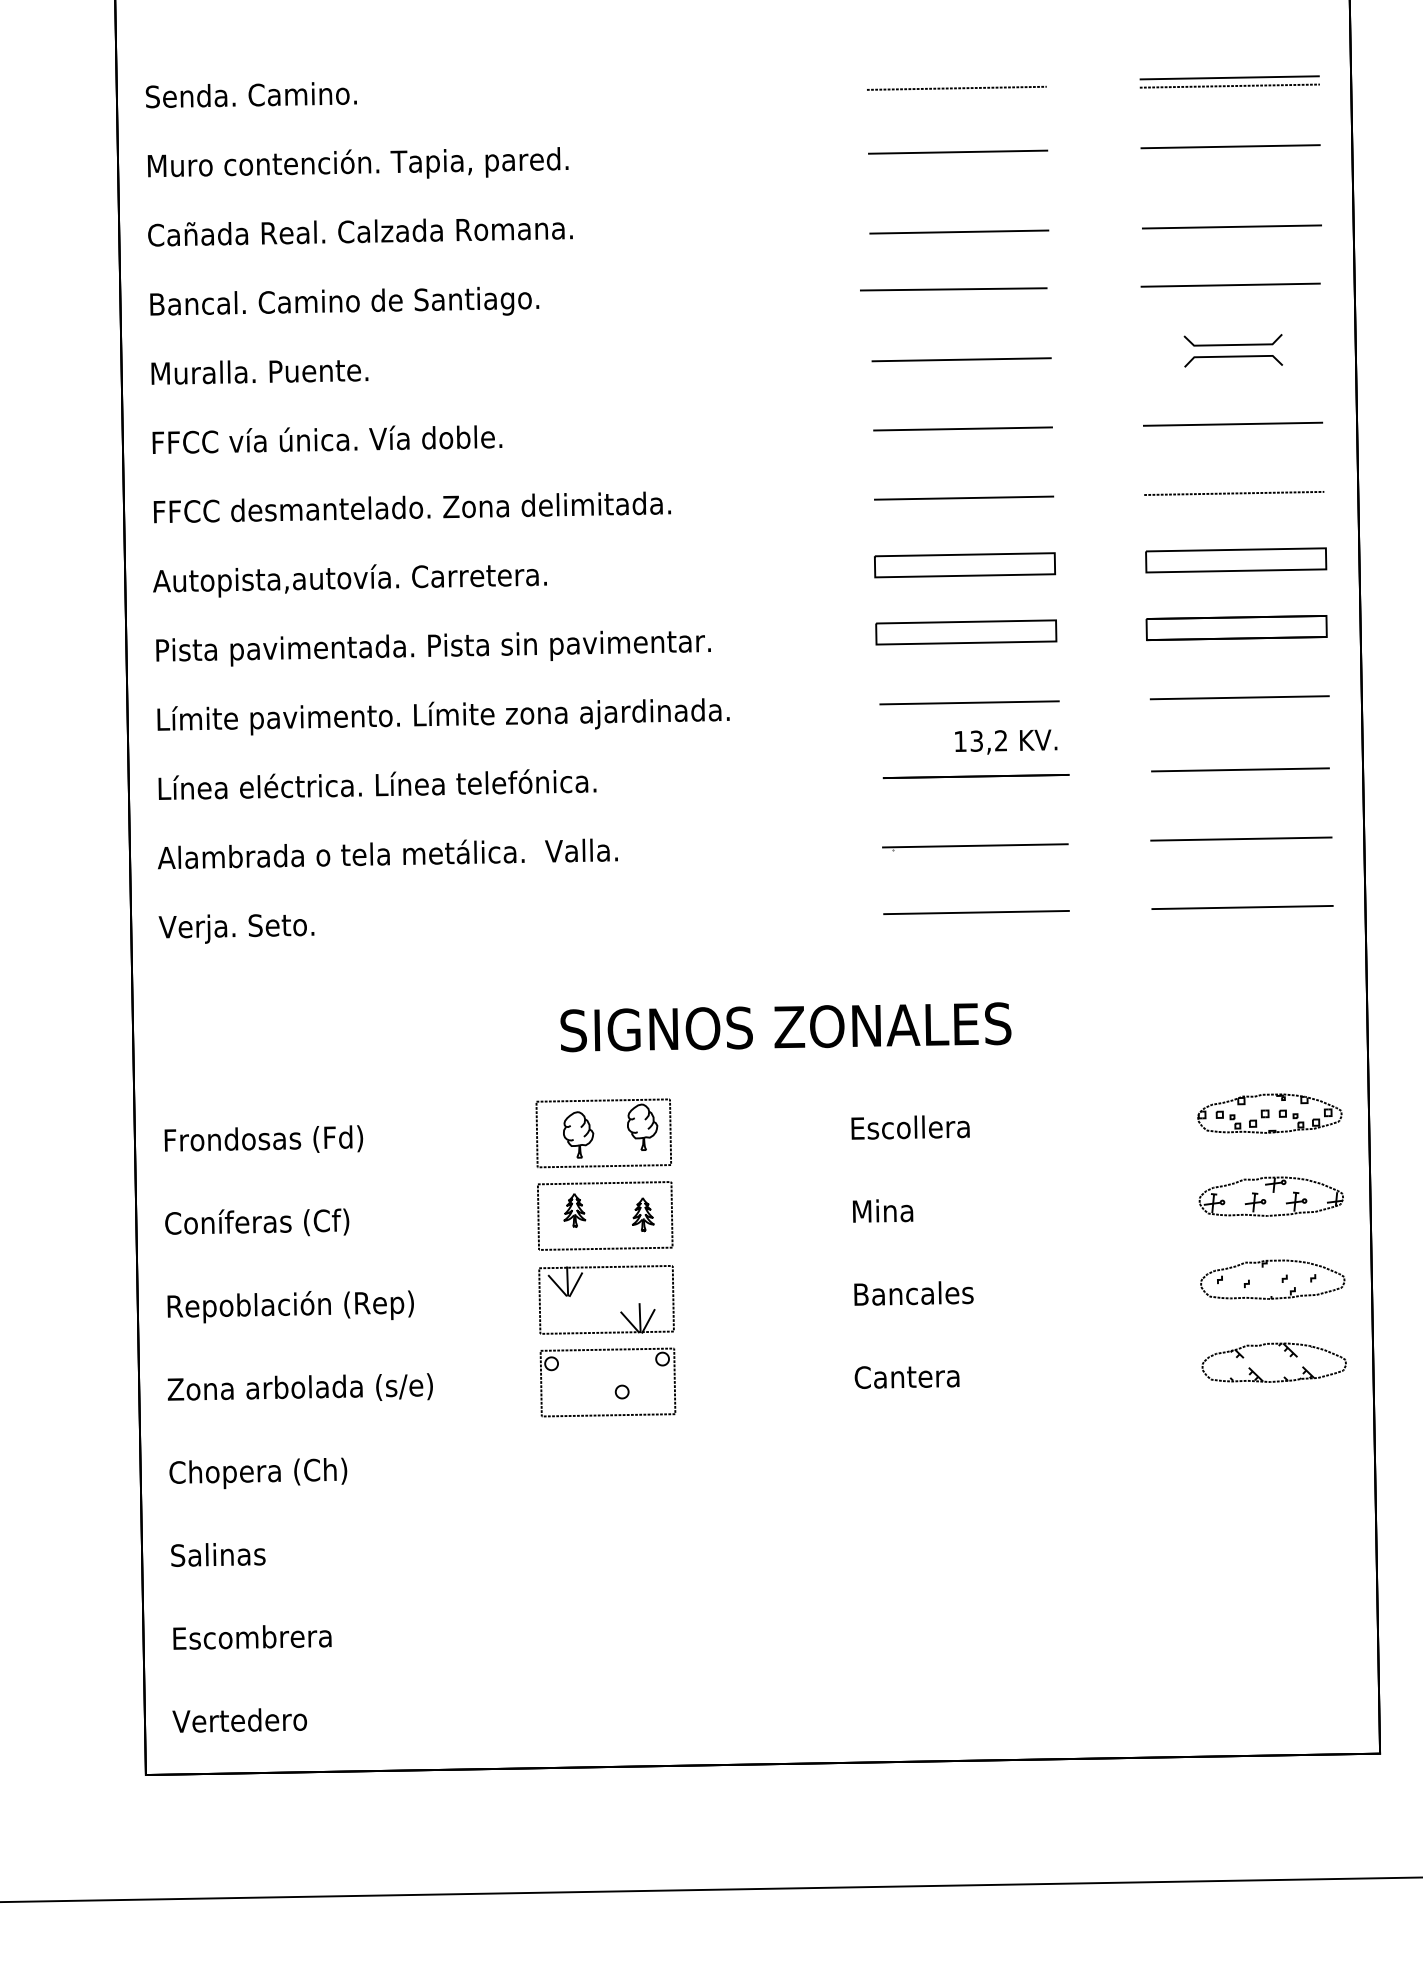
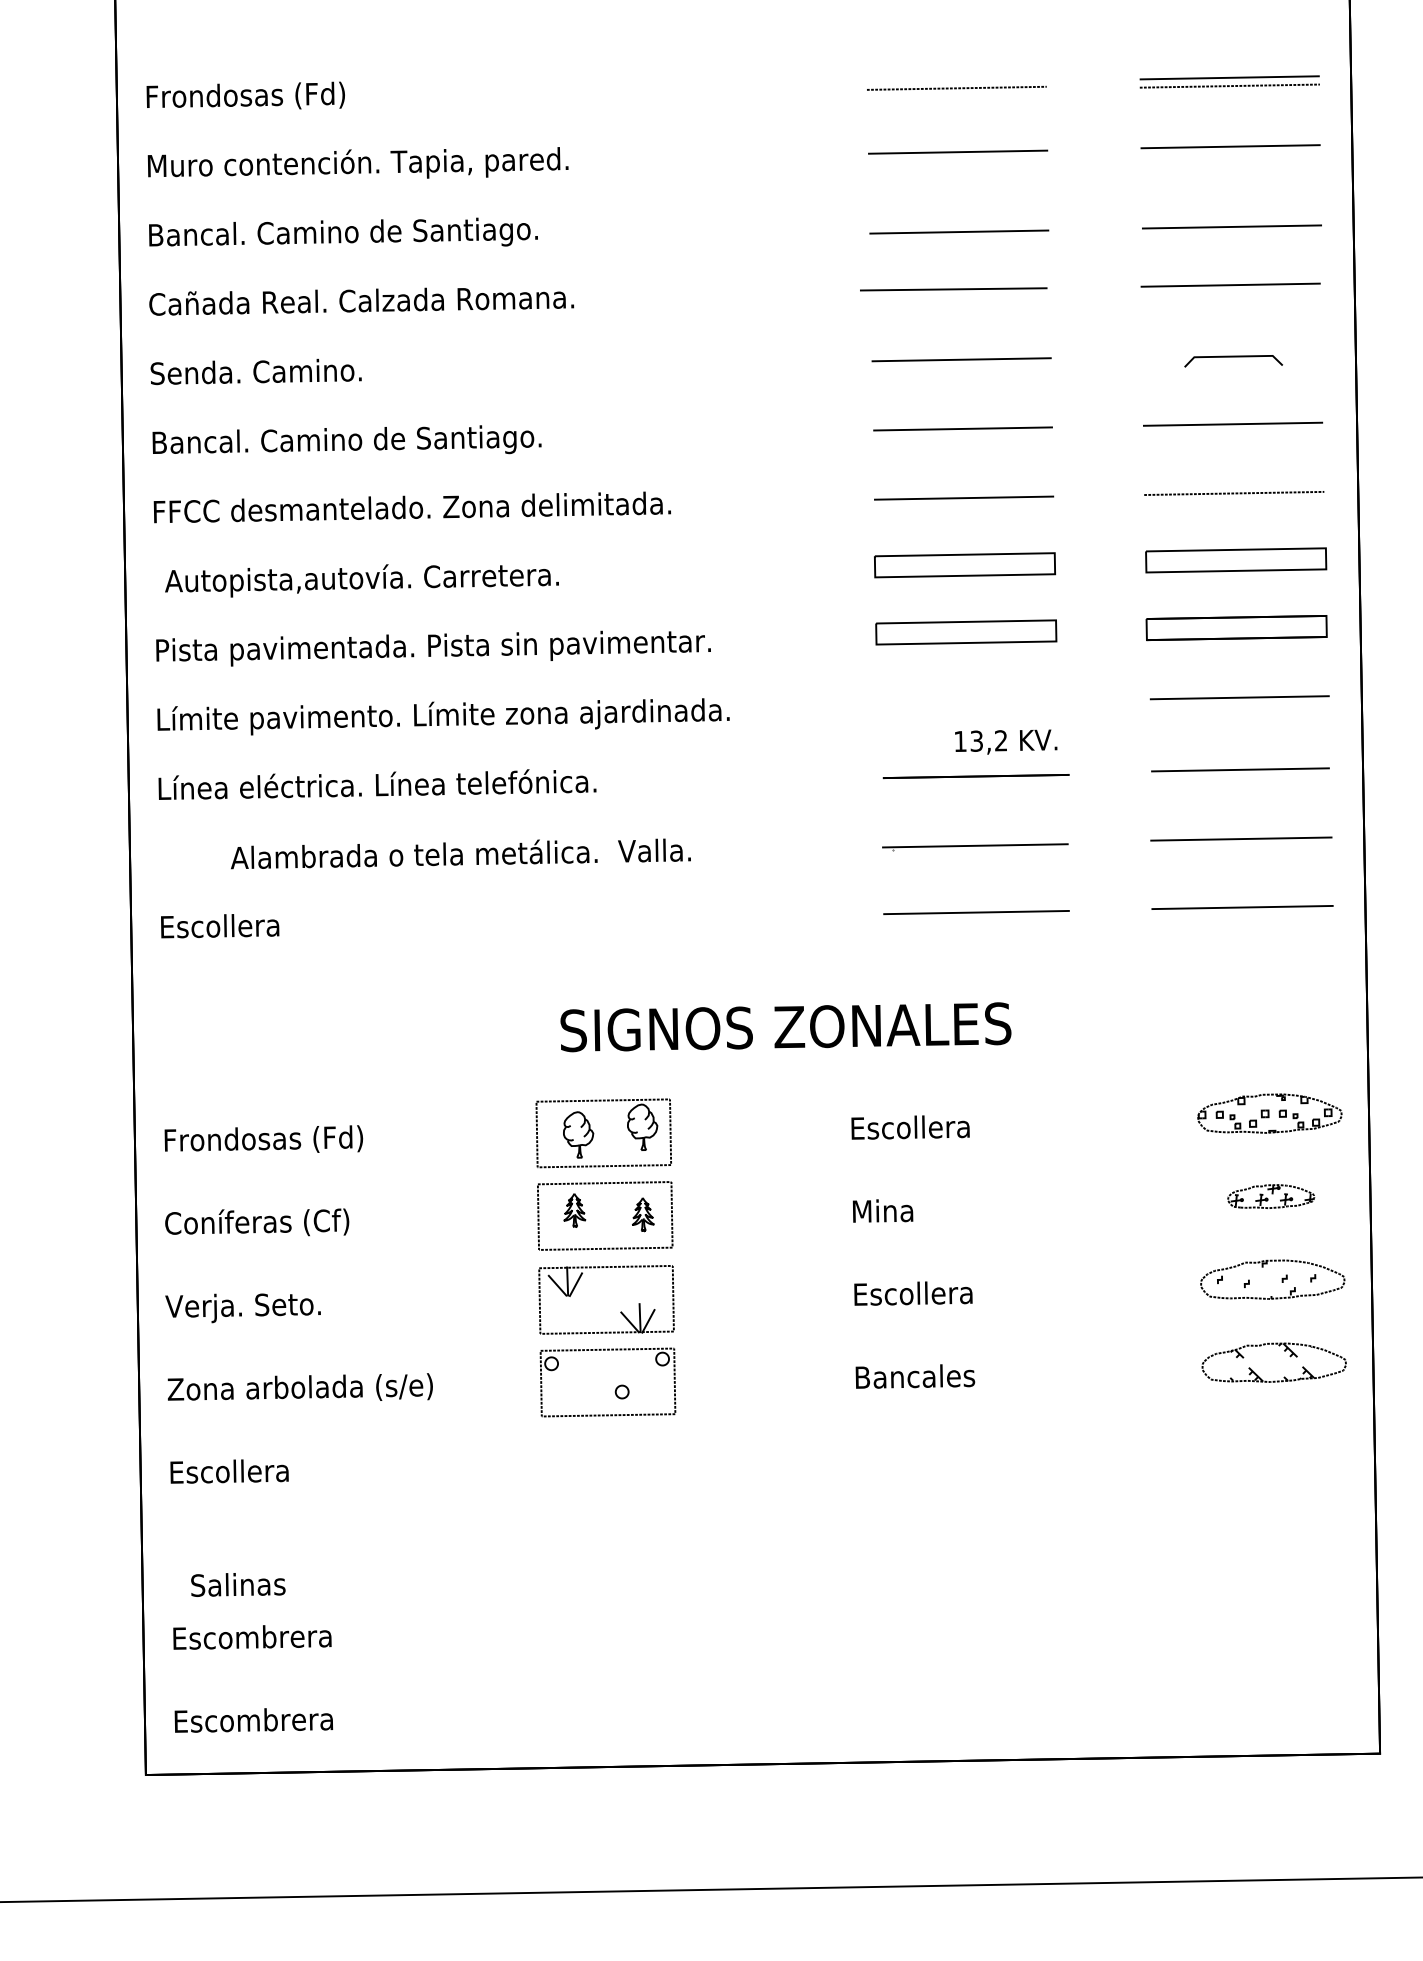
text at (250, 95): Senda. Camino. -> Frondosas (Fd)
text at (360, 231): Cañada Real. Calzada Romana. -> Bancal. Camino de Santiago.
text at (361, 300): Bancal. Camino de Santiago. -> Cañada Real. Calzada Romana.
line at (1232, 344): present -> none
text at (259, 371): Muralla. Puente. -> Senda. Camino.
text at (348, 439): FFCC vía única. Vía doble. -> Bancal. Camino de Santiago.
text at (349, 580) position: (349, 580) -> (361, 580)
line at (969, 702): present -> none
text at (387, 853) position: (387, 853) -> (460, 853)
text at (236, 928): Verja. Seto. -> Escollera
part at (1270, 1196) size: 146x41 px -> 89x25 px
text at (917, 1293): Bancales -> Escollera
text at (289, 1306): Repoblación (Rep) -> Verja. Seto.
text at (914, 1376): Cantera -> Bancales
text at (258, 1473): Chopera (Ch) -> Escollera
text at (218, 1554) position: (218, 1554) -> (238, 1584)
text at (252, 1720): Vertedero -> Escombrera
